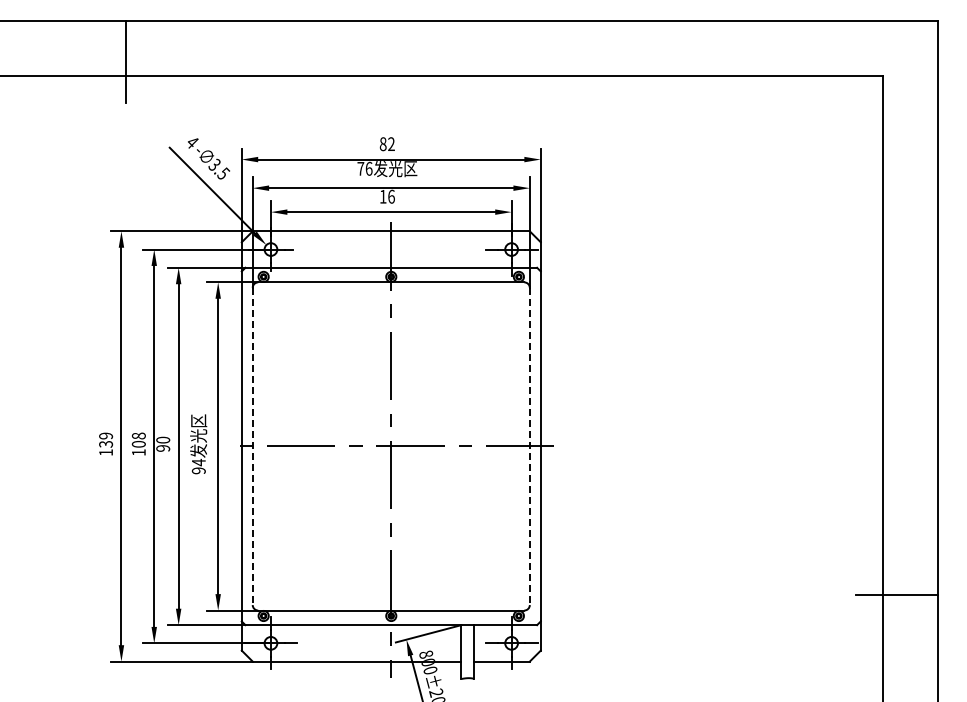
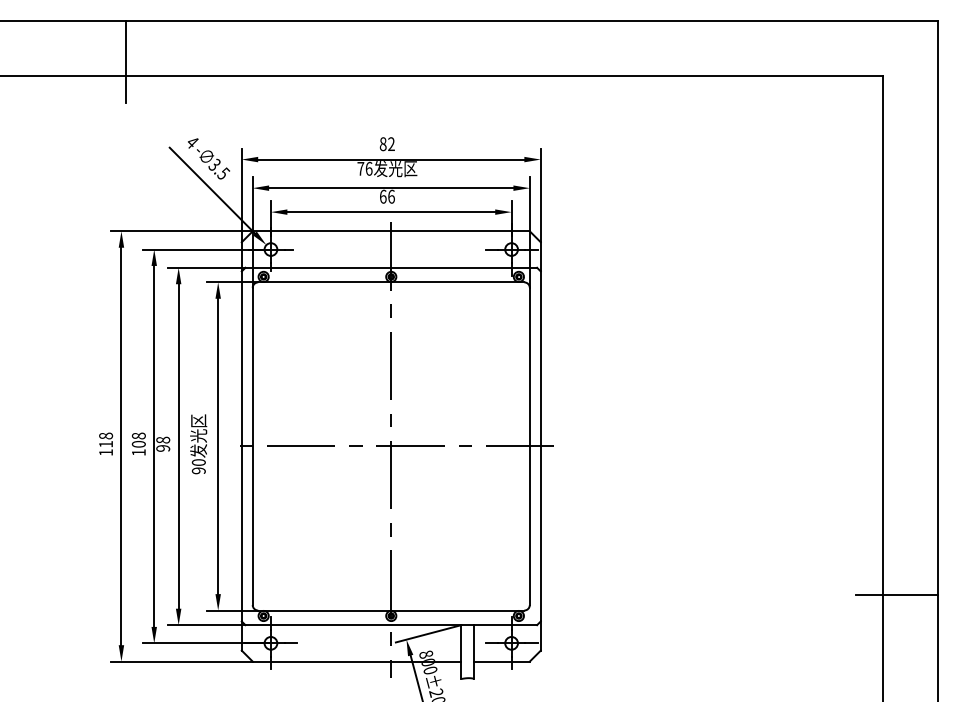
text at (383, 196): 16 -> 66
text at (106, 439): 139 -> 118
text at (162, 439): 90 -> 98
line at (252, 446): dashed -> solid
line at (529, 446): dashed -> solid
text at (198, 462): 94 -> 90
